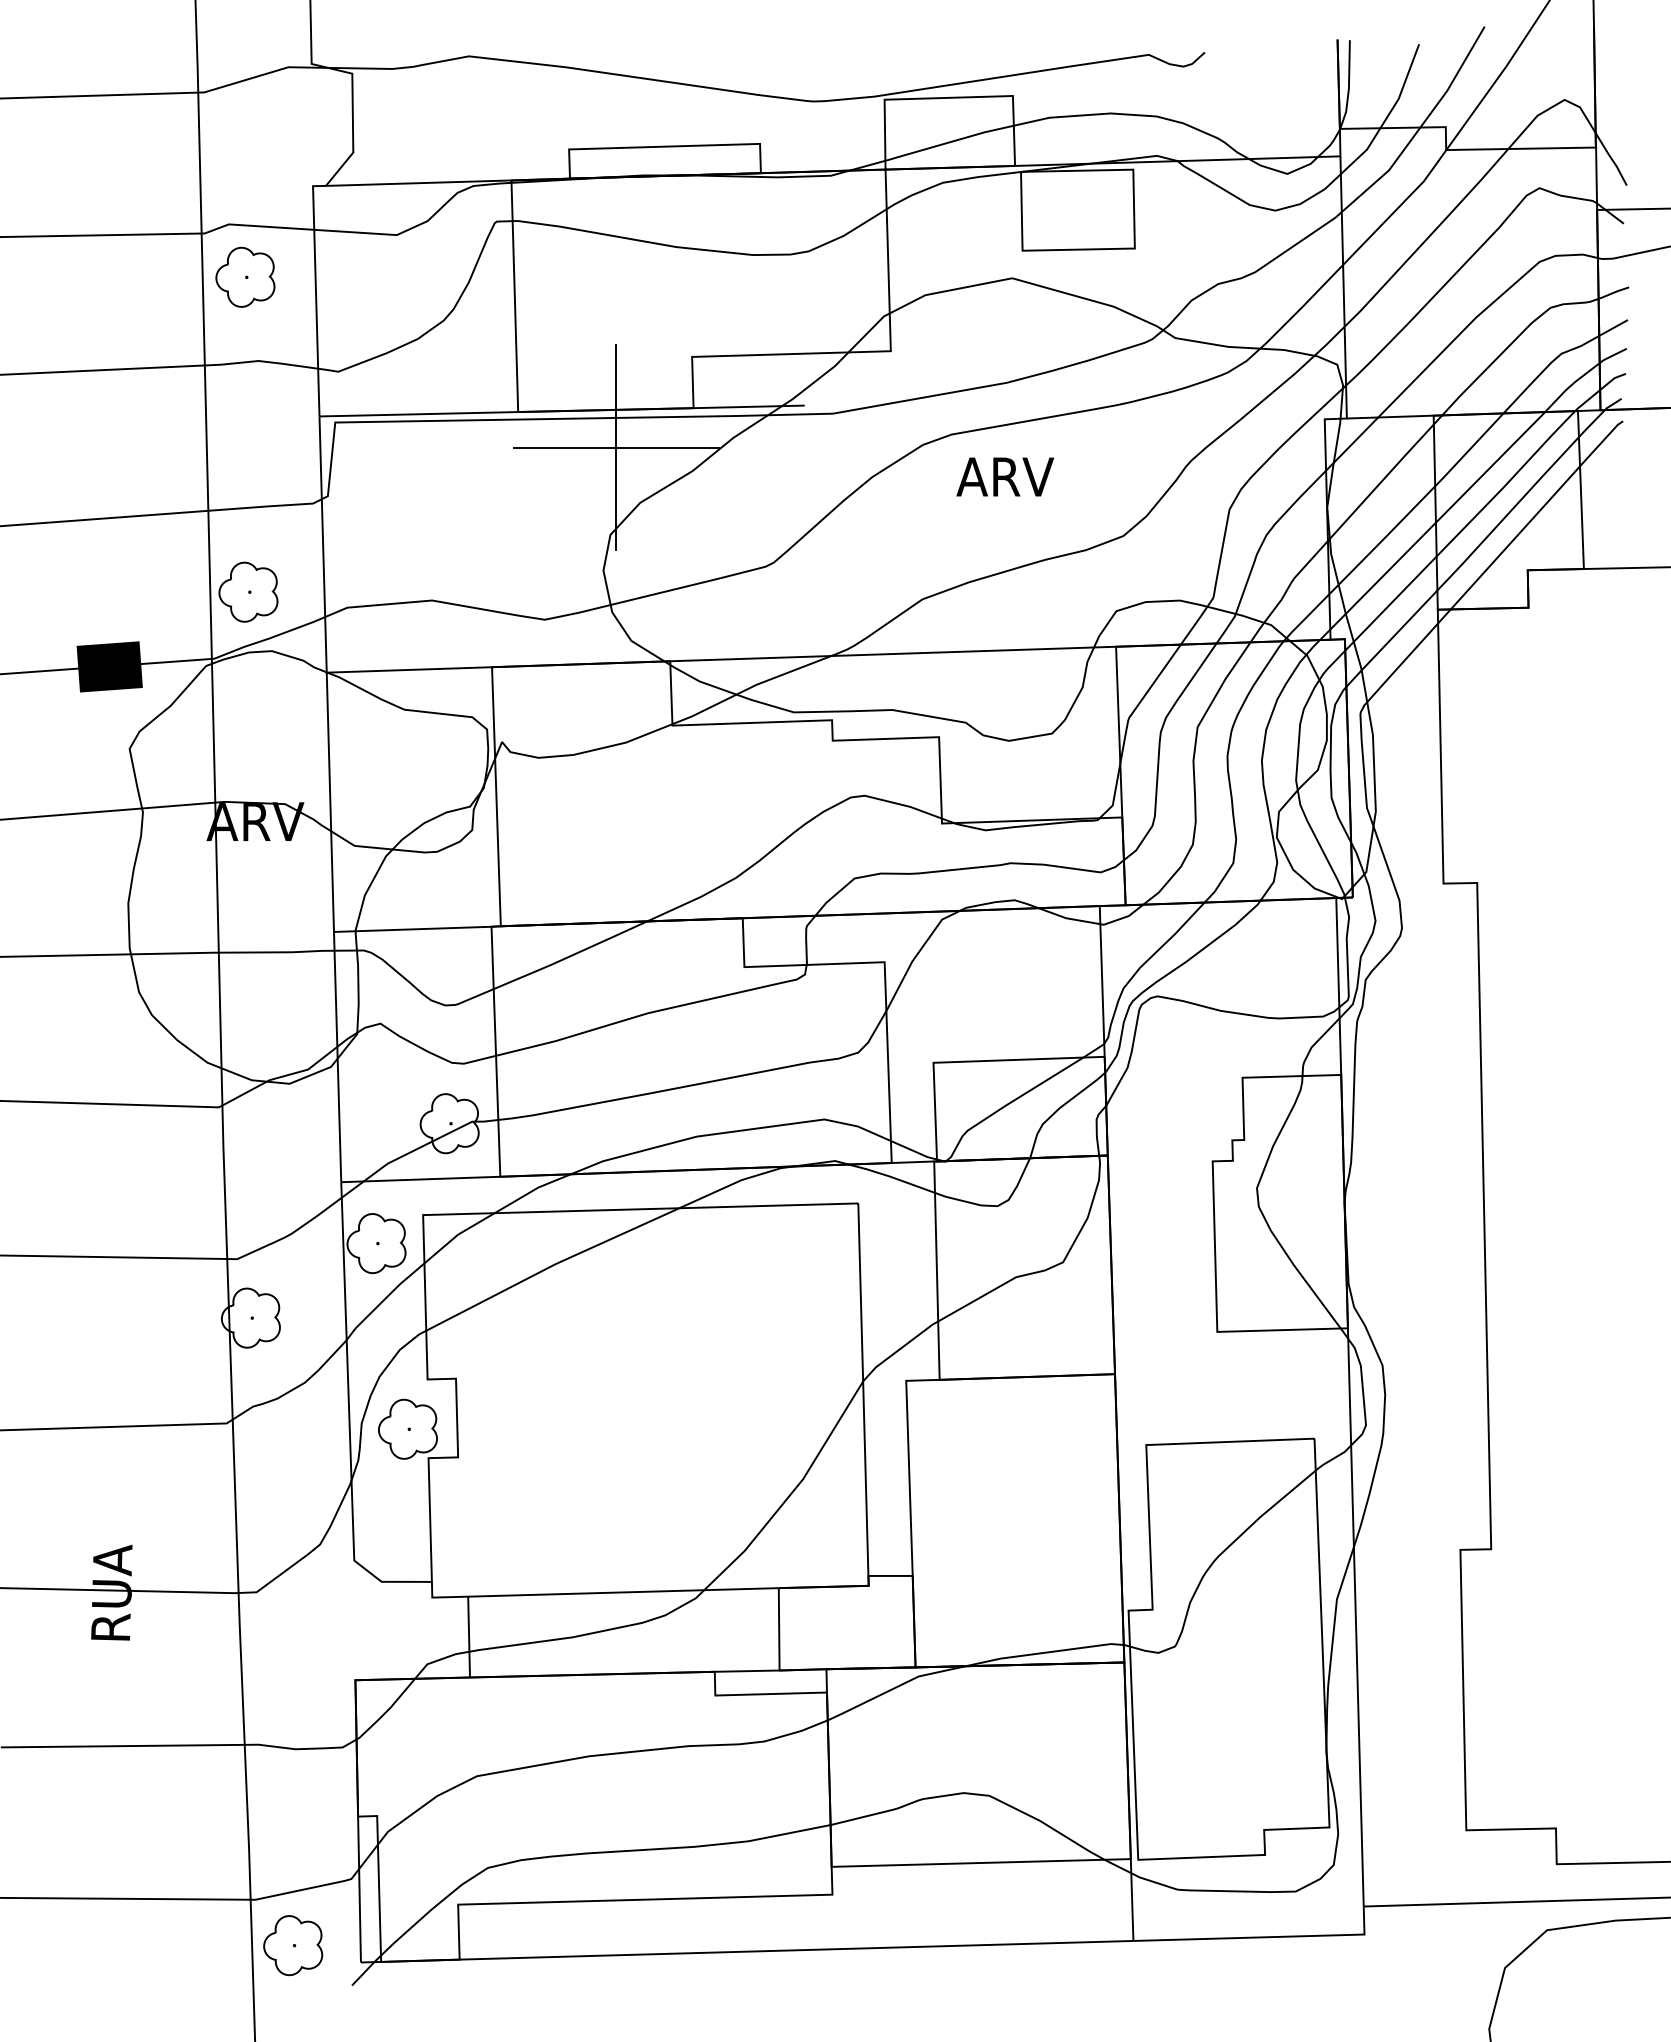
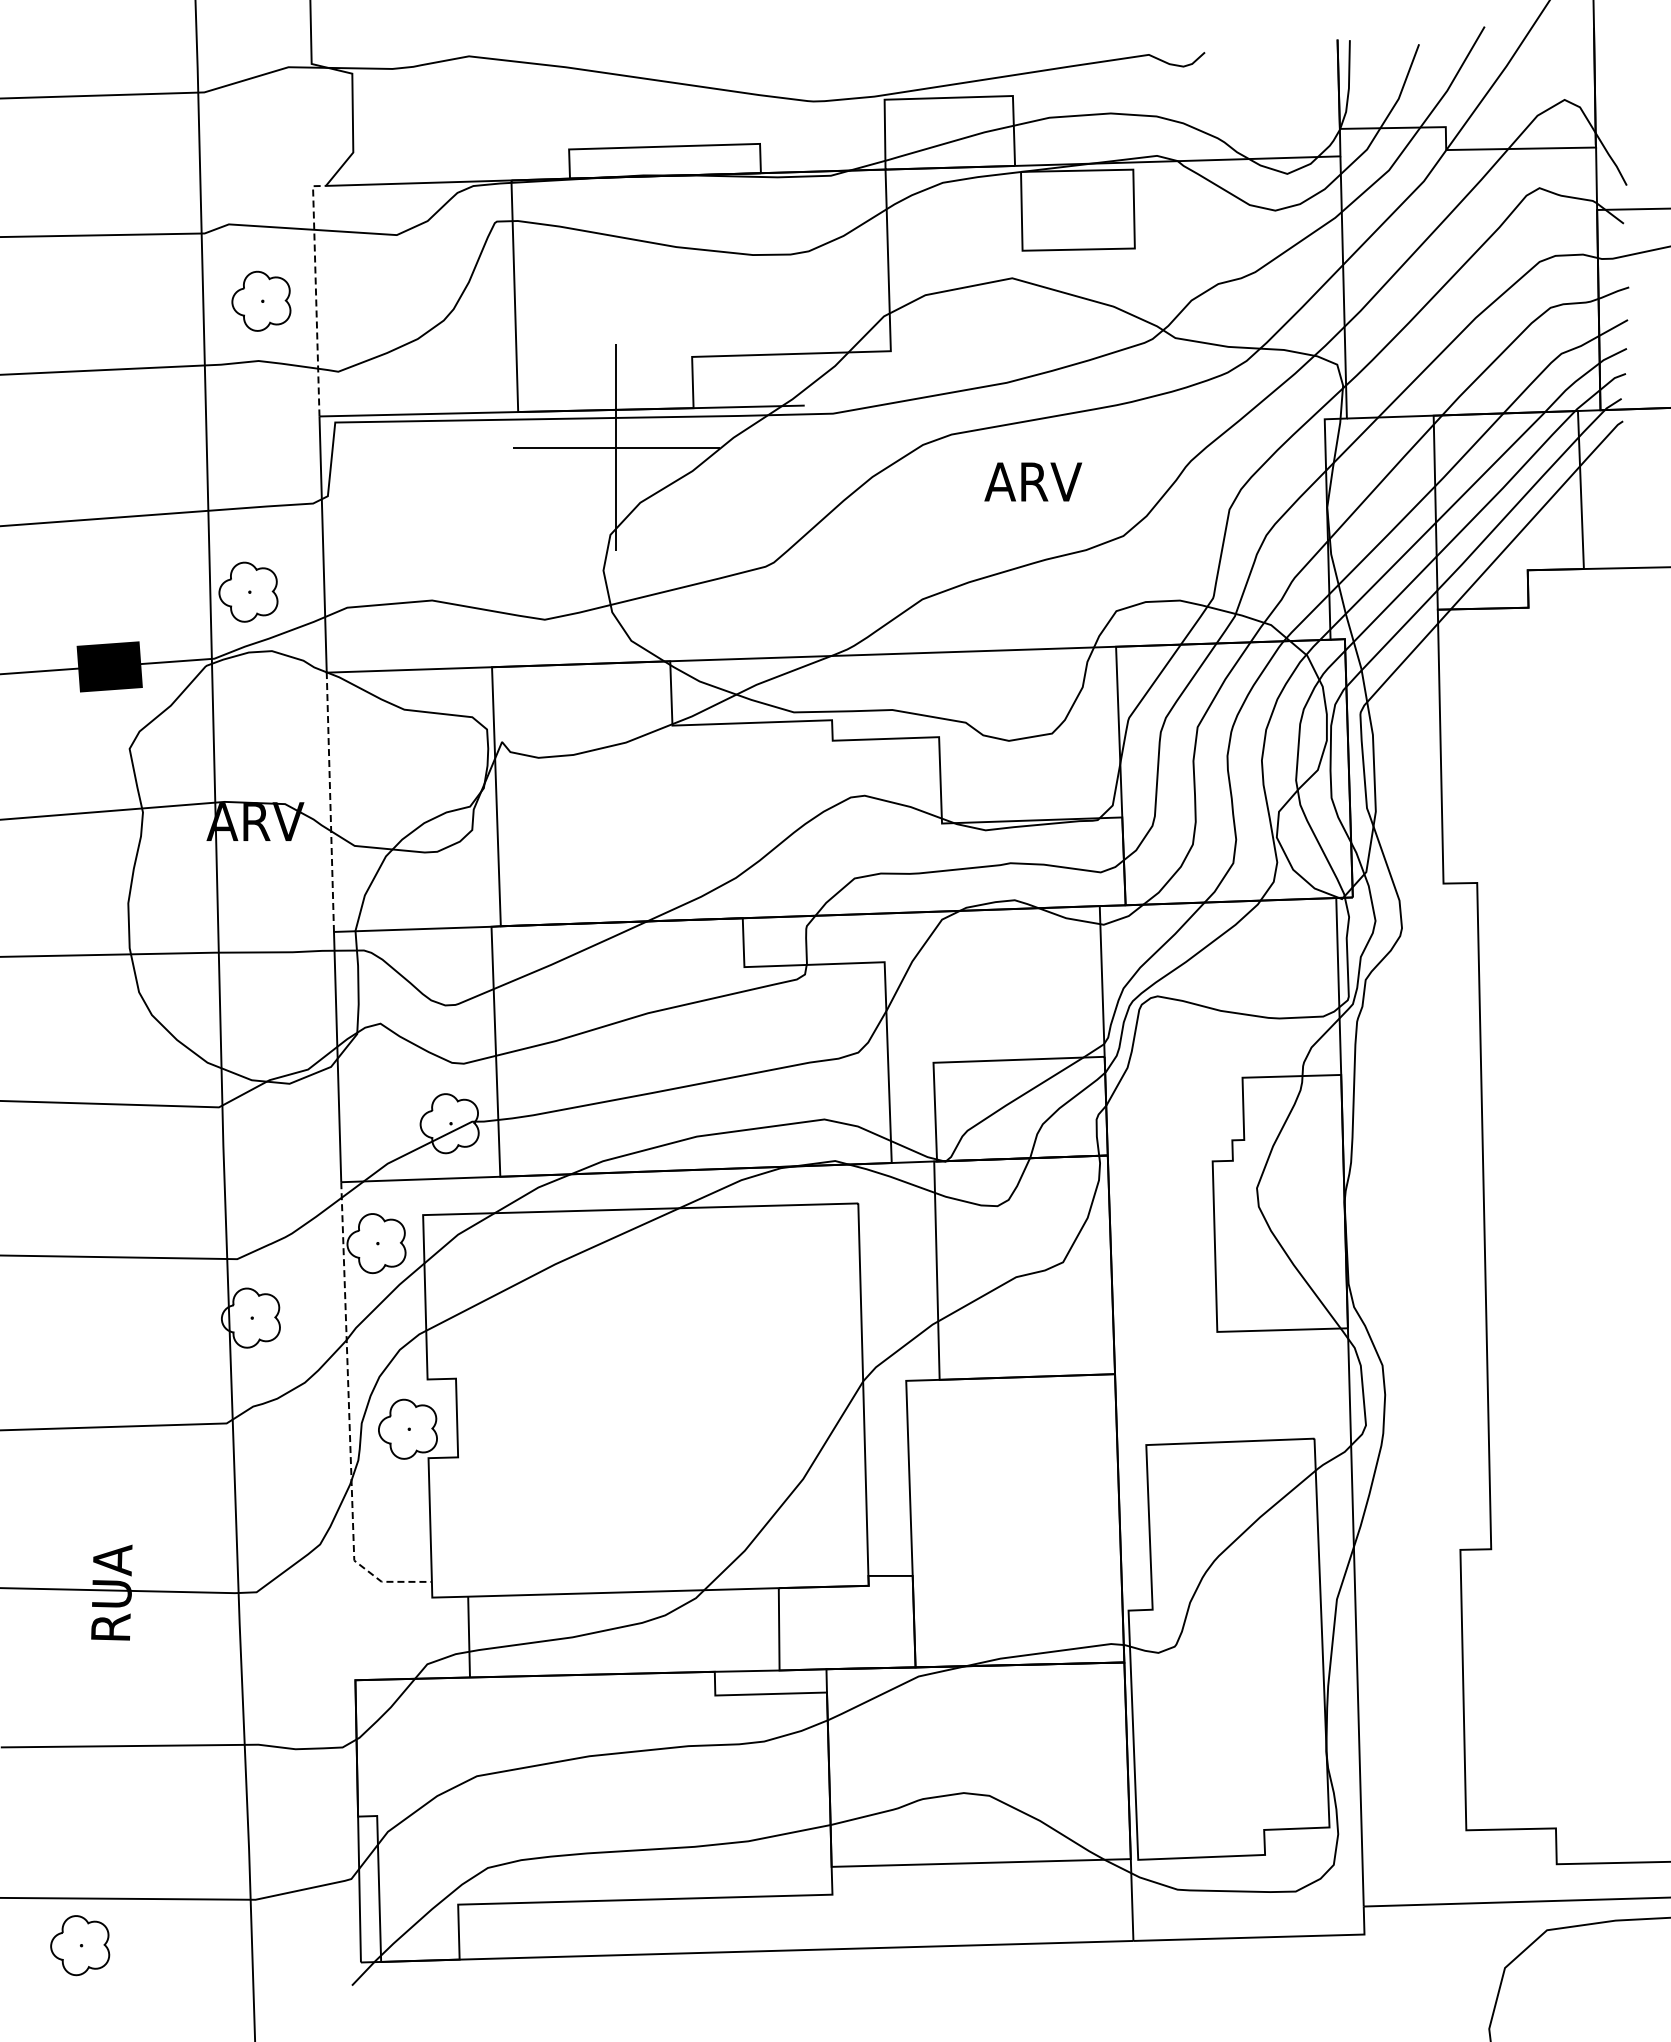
part at (245, 276) position: (245, 276) -> (261, 300)
line at (316, 293): solid -> dashed
text at (1004, 476) position: (1004, 476) -> (1032, 481)
line at (330, 802): solid -> dashed
line at (349, 1415): solid -> dashed
part at (293, 1945) position: (293, 1945) -> (80, 1945)
